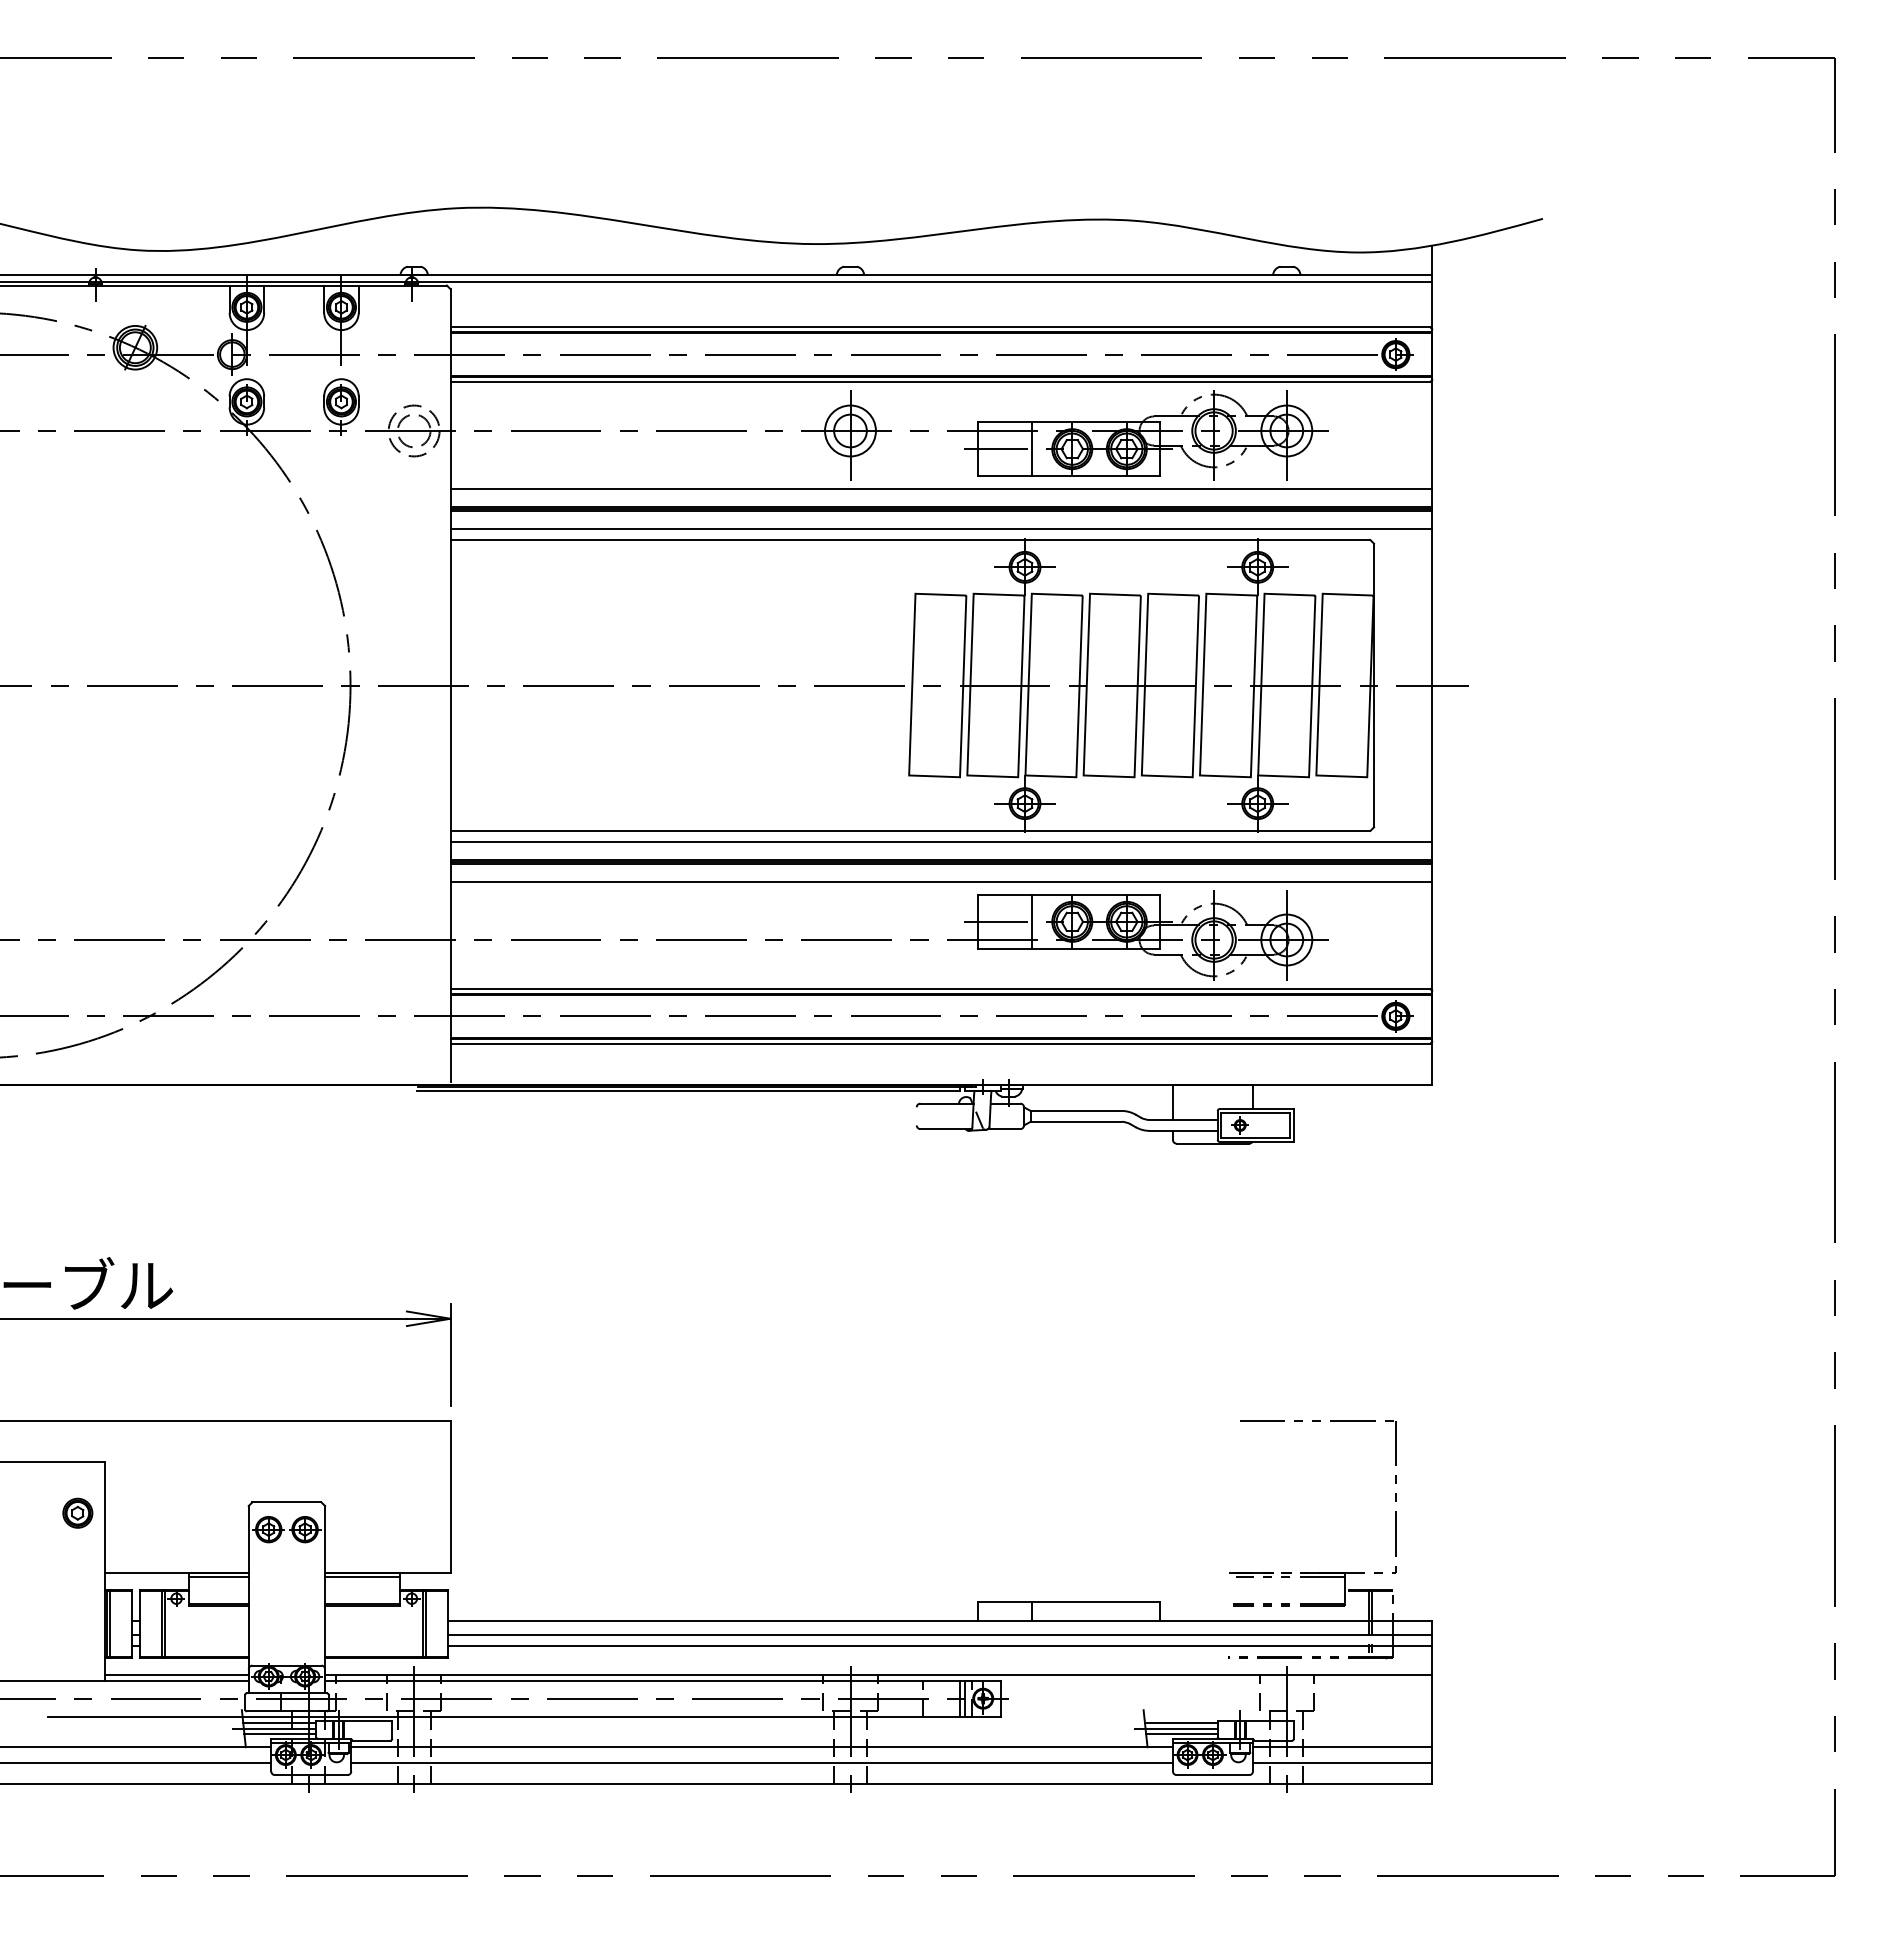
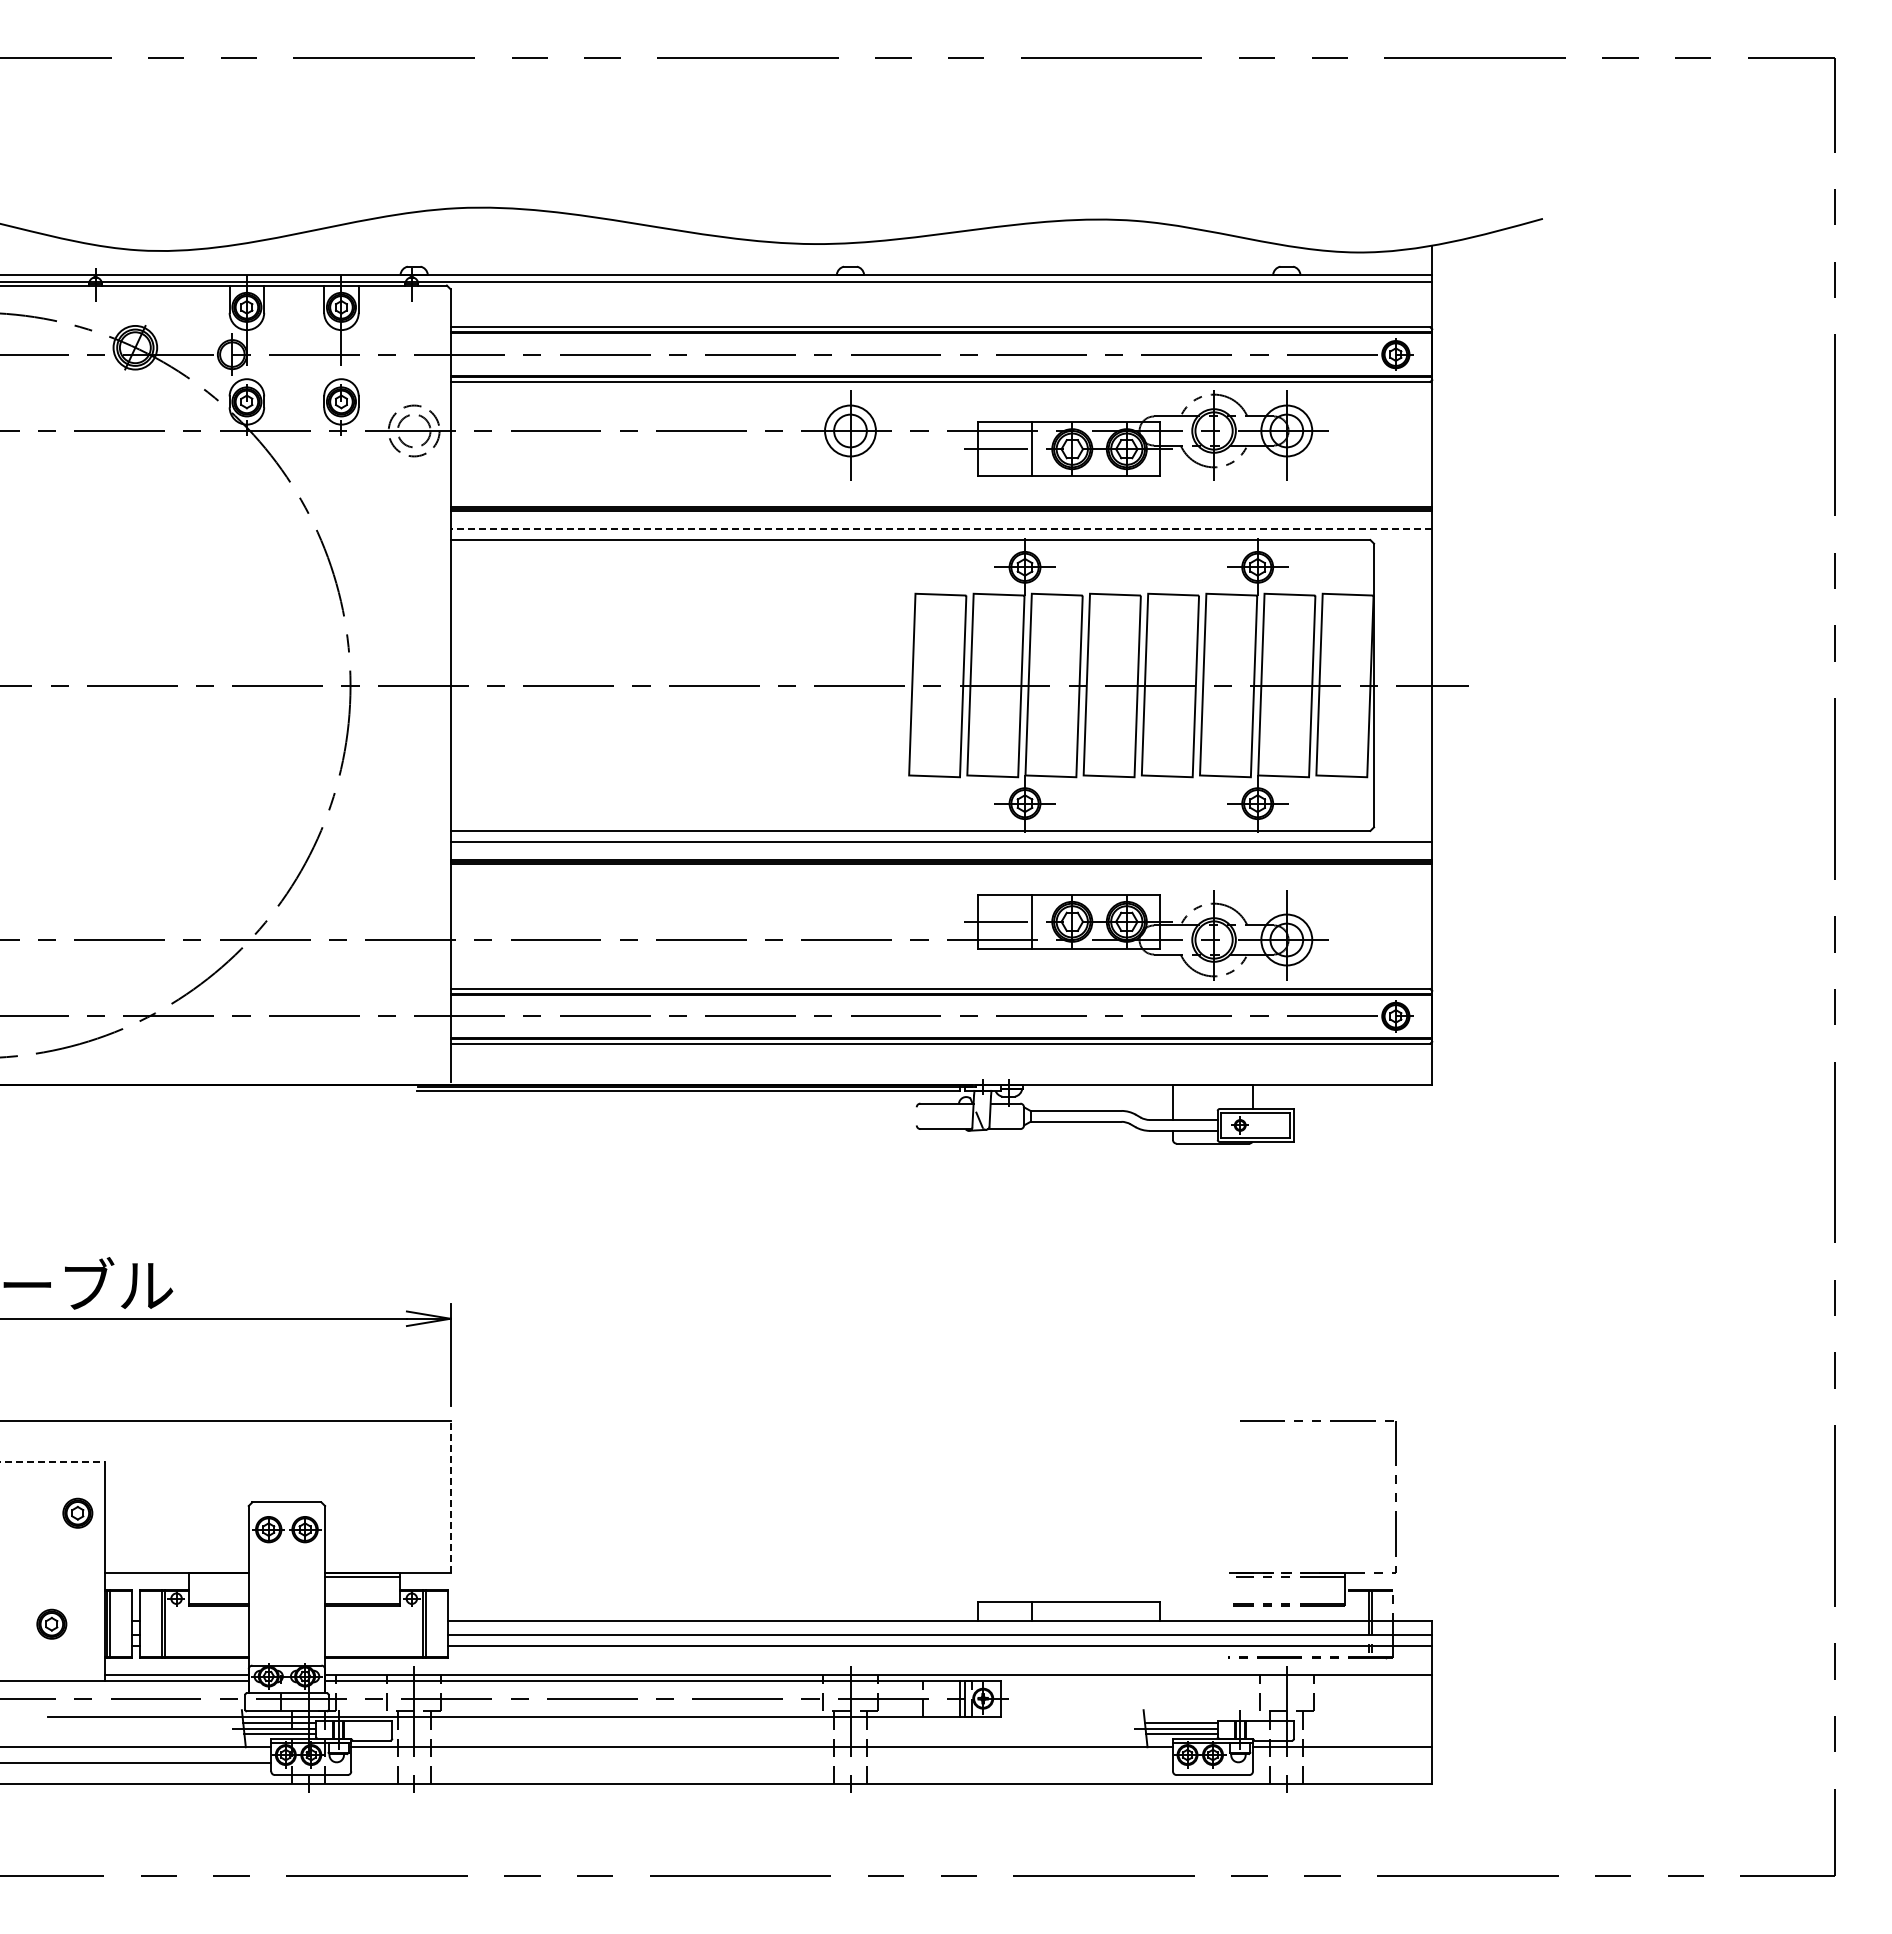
line at (941, 489): present -> none
line at (941, 529): solid -> dashed
line at (941, 881): present -> none
line at (53, 1462): solid -> dashed
line at (450, 1496): solid -> dashed
line at (218, 1576): present -> none
part at (51, 1623): none -> present
line at (762, 1763): present -> none
line at (1342, 1763): present -> none
